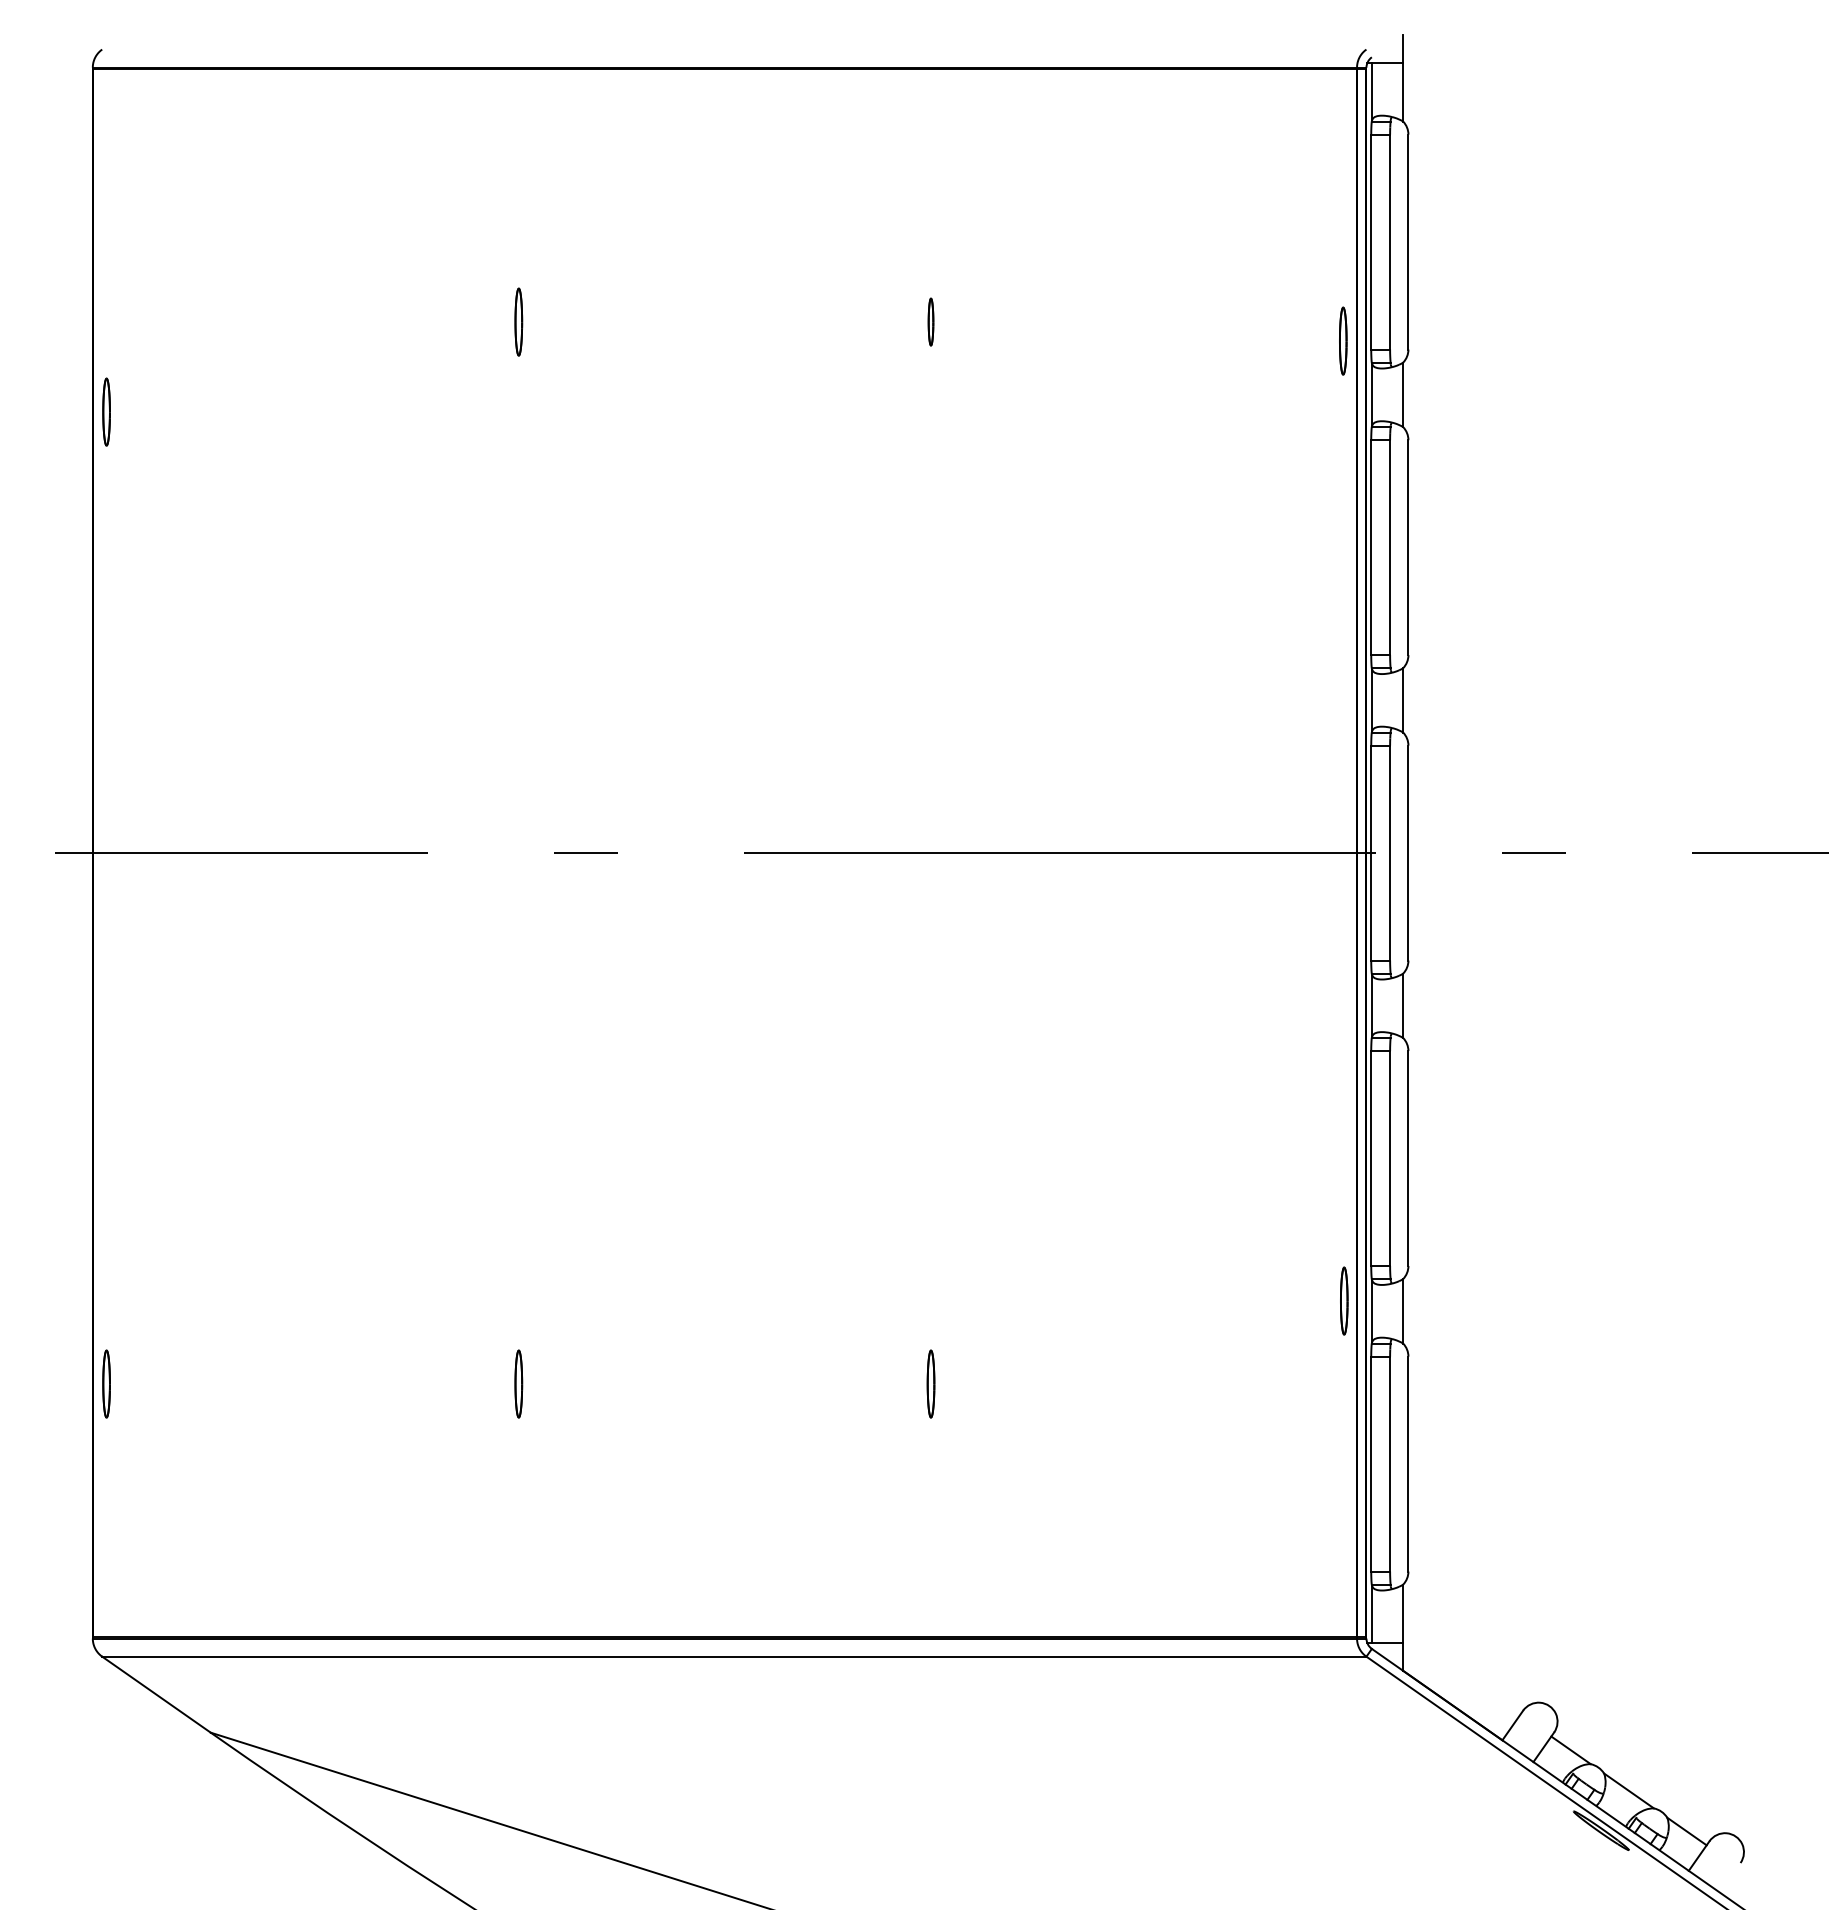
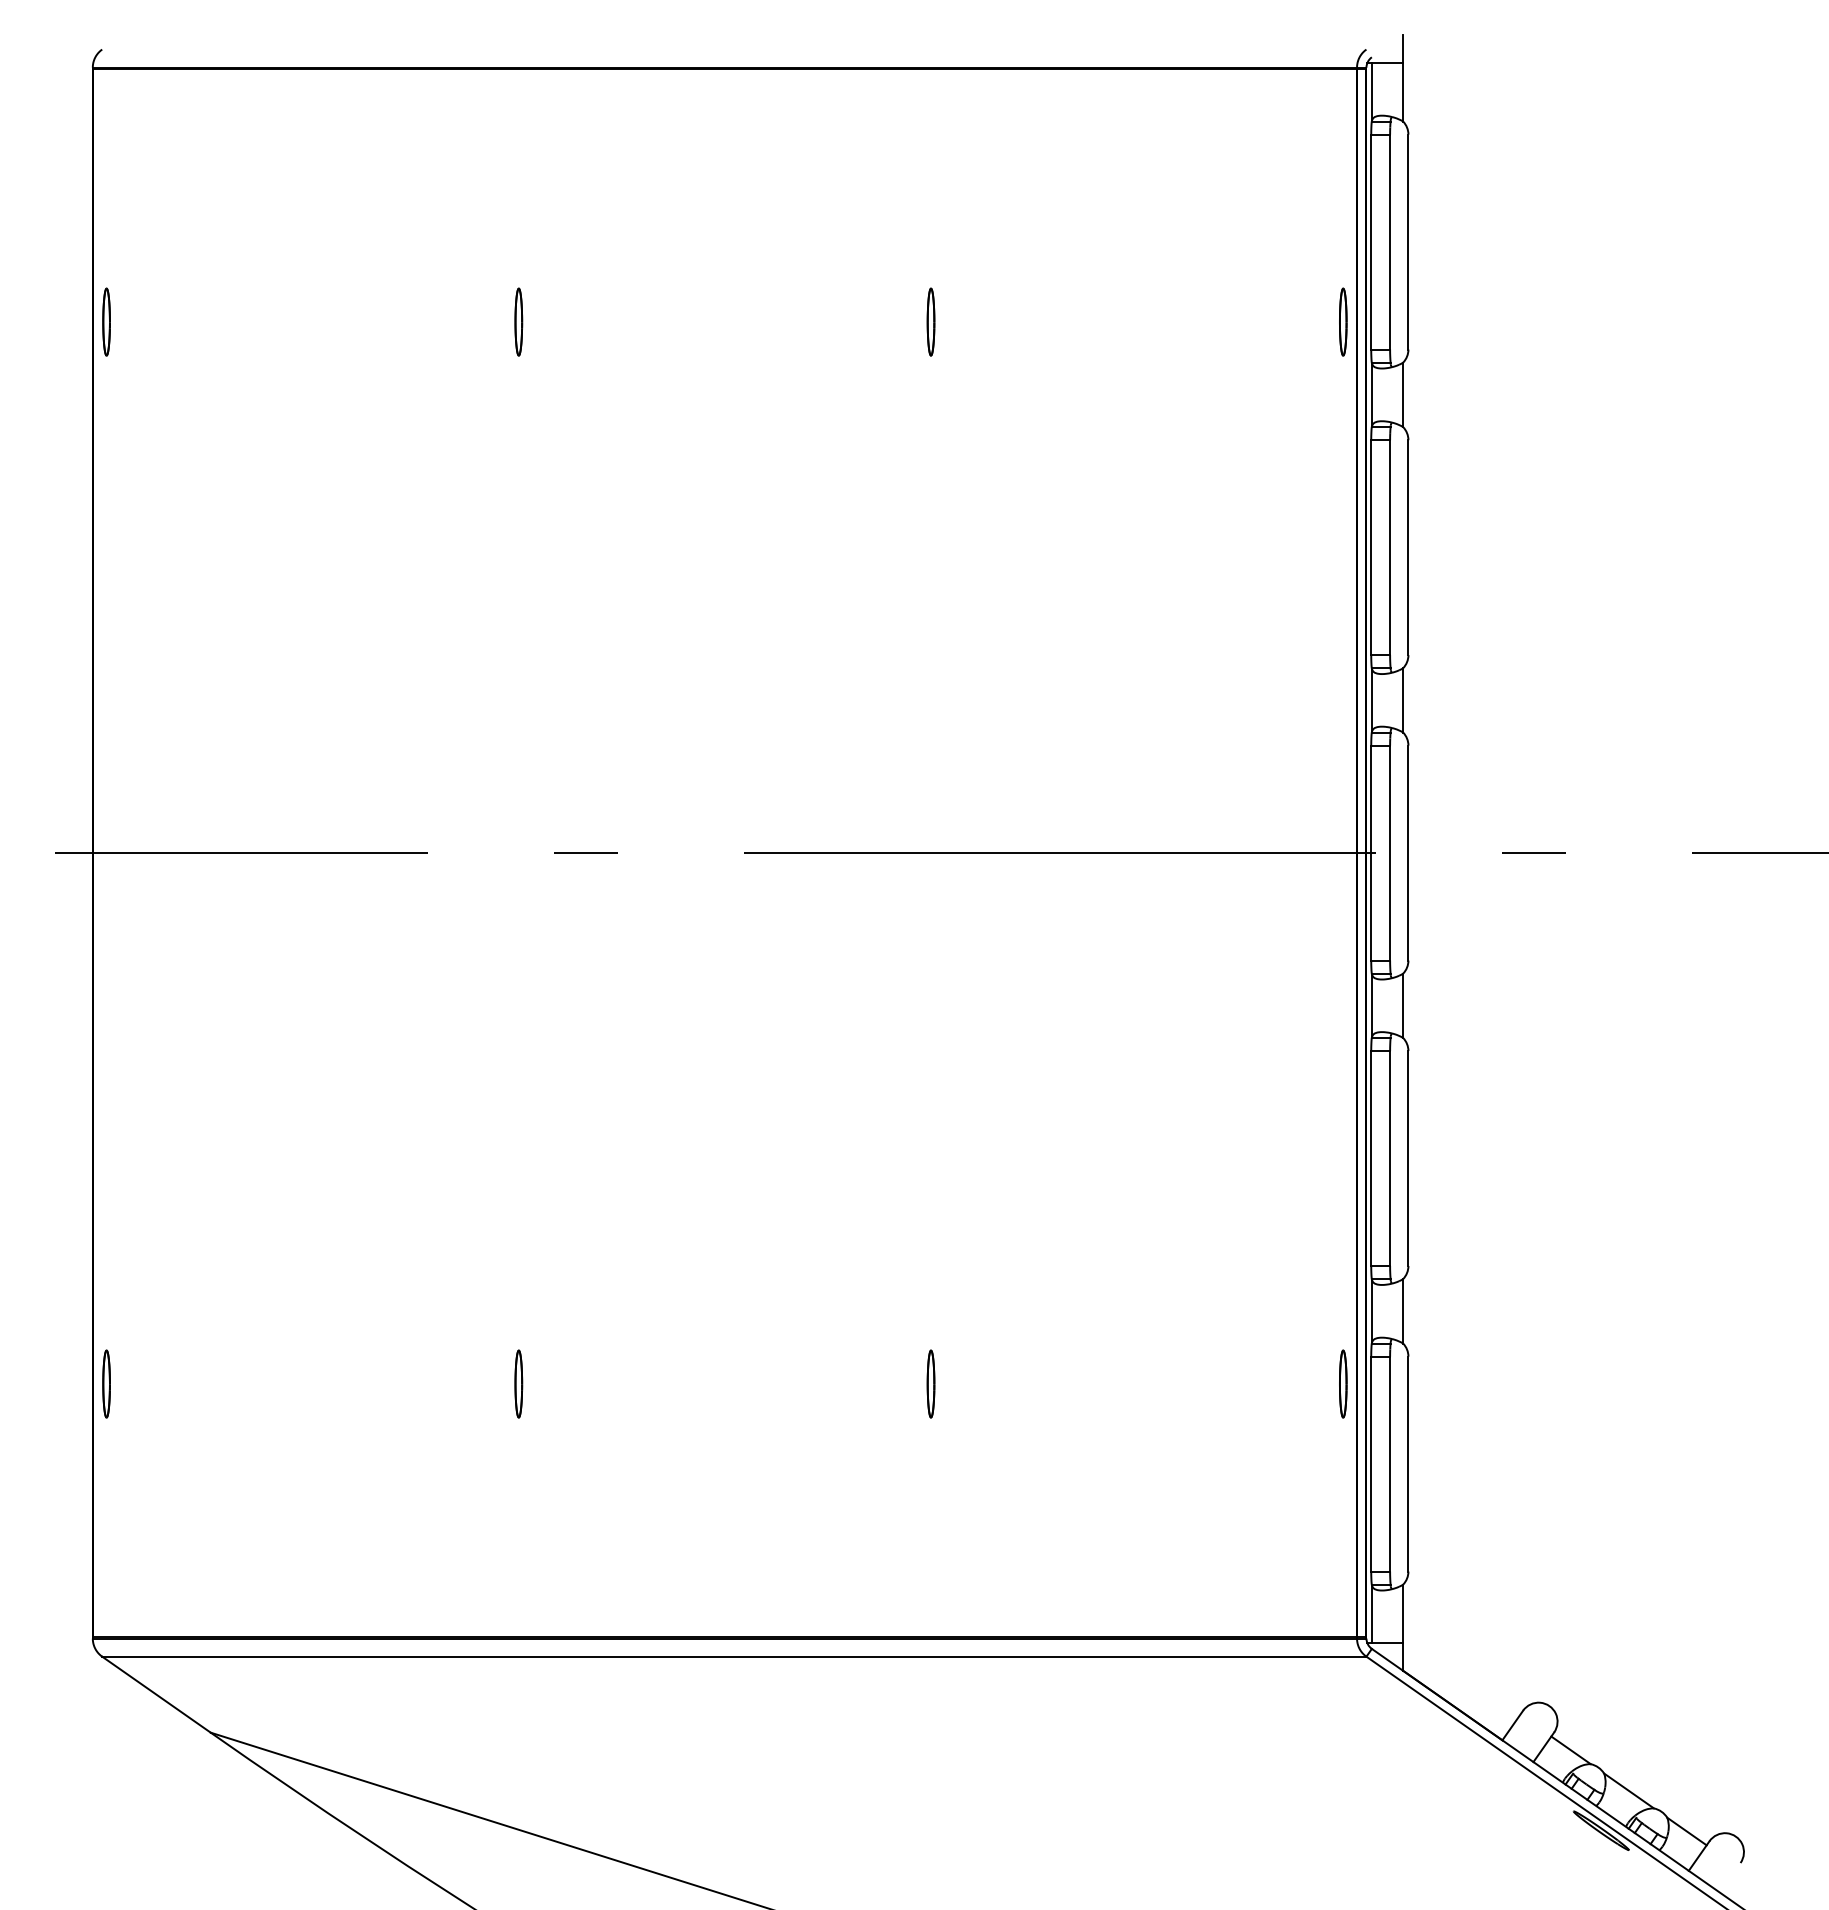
part at (930, 321) size: 8x50 px -> 10x70 px
part at (1343, 340) position: (1343, 340) -> (1343, 321)
part at (106, 411) position: (106, 411) -> (106, 321)
part at (1344, 1300) position: (1344, 1300) -> (1343, 1383)
